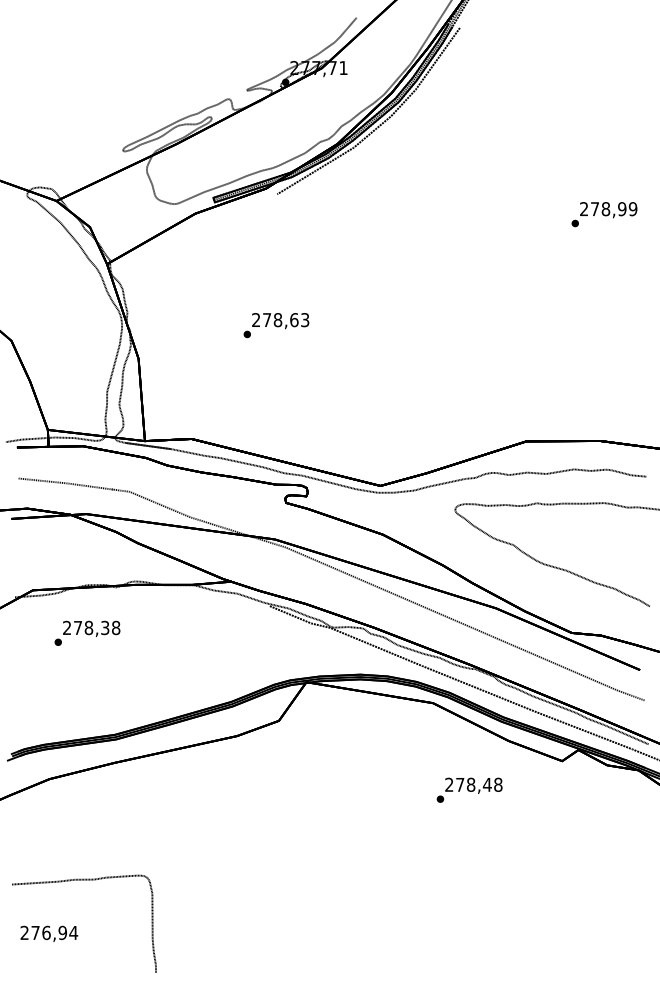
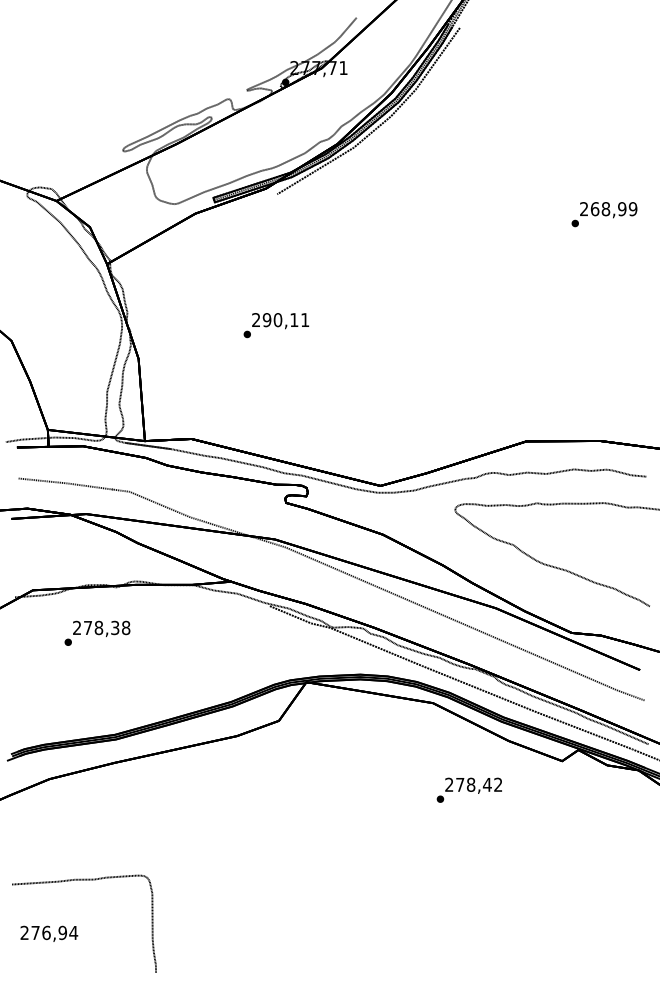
text at (594, 209): 278,99 -> 268,99
text at (285, 320): 278,63 -> 290,11
text at (87, 632) position: (87, 632) -> (97, 632)
text at (498, 784): 278,48 -> 278,42
